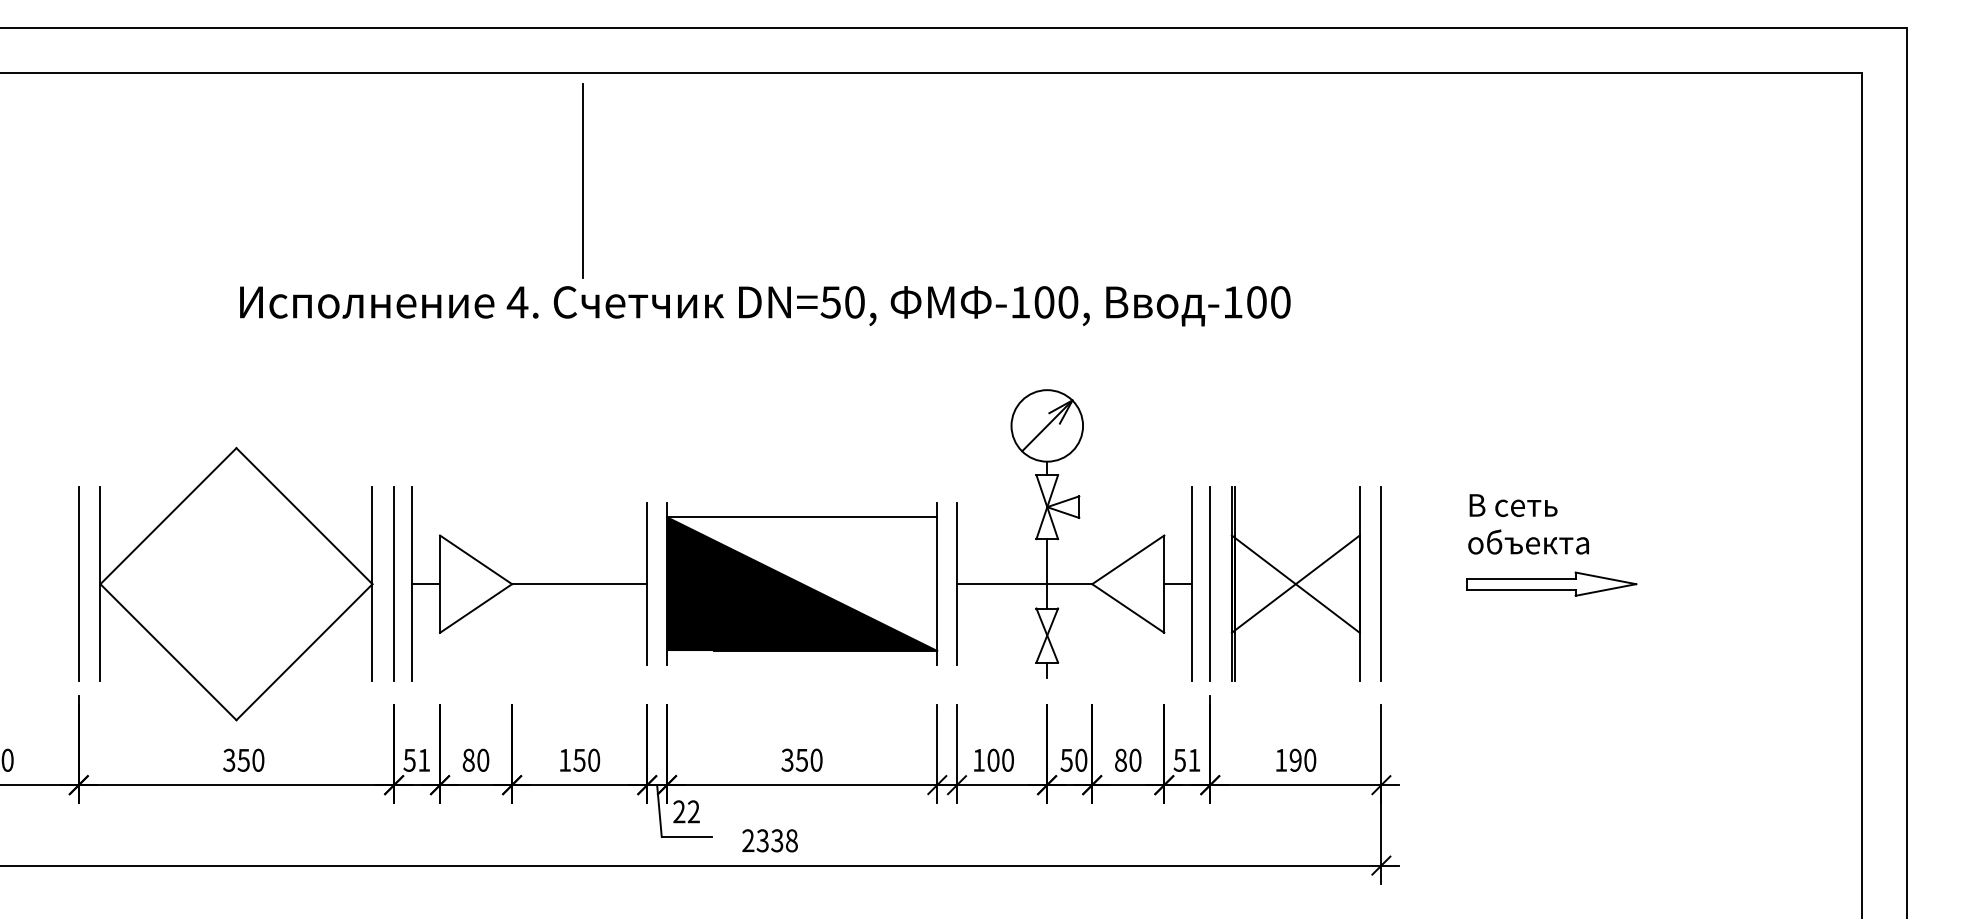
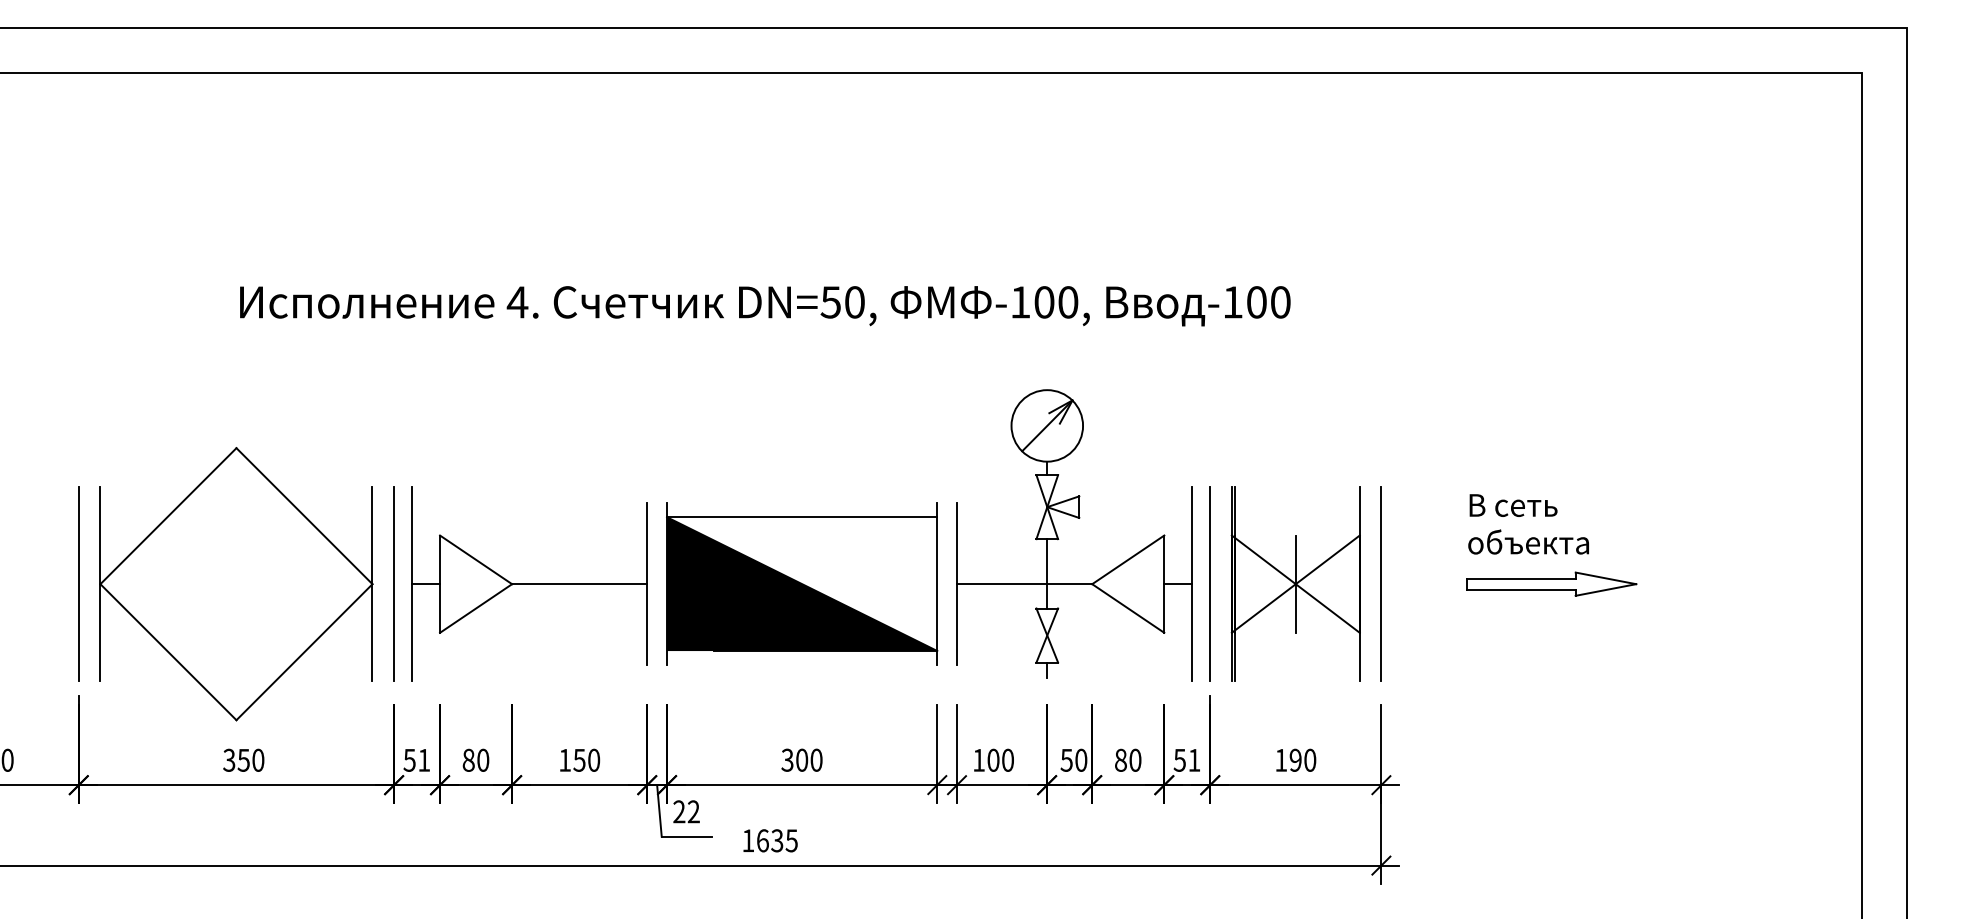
line at (582, 180): present -> none
line at (1295, 583): none -> present
text at (801, 759): 350 -> 300
text at (769, 840): 2338 -> 1635
